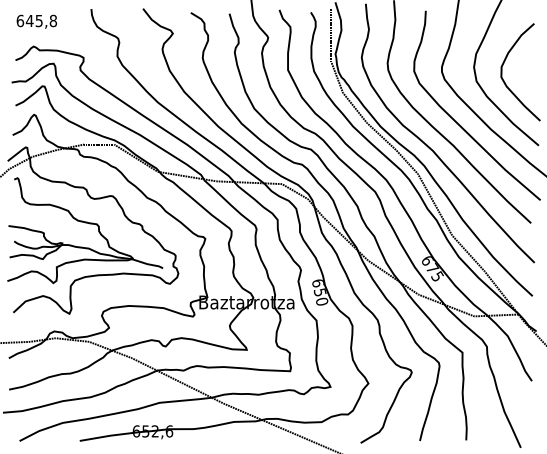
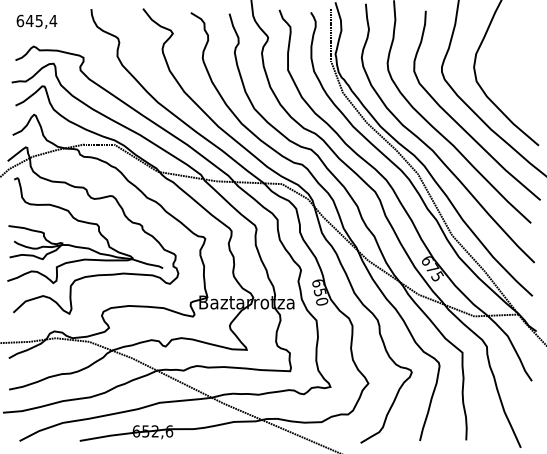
text at (53, 20): 645,8 -> 645,4
curve at (504, 80): present -> none
